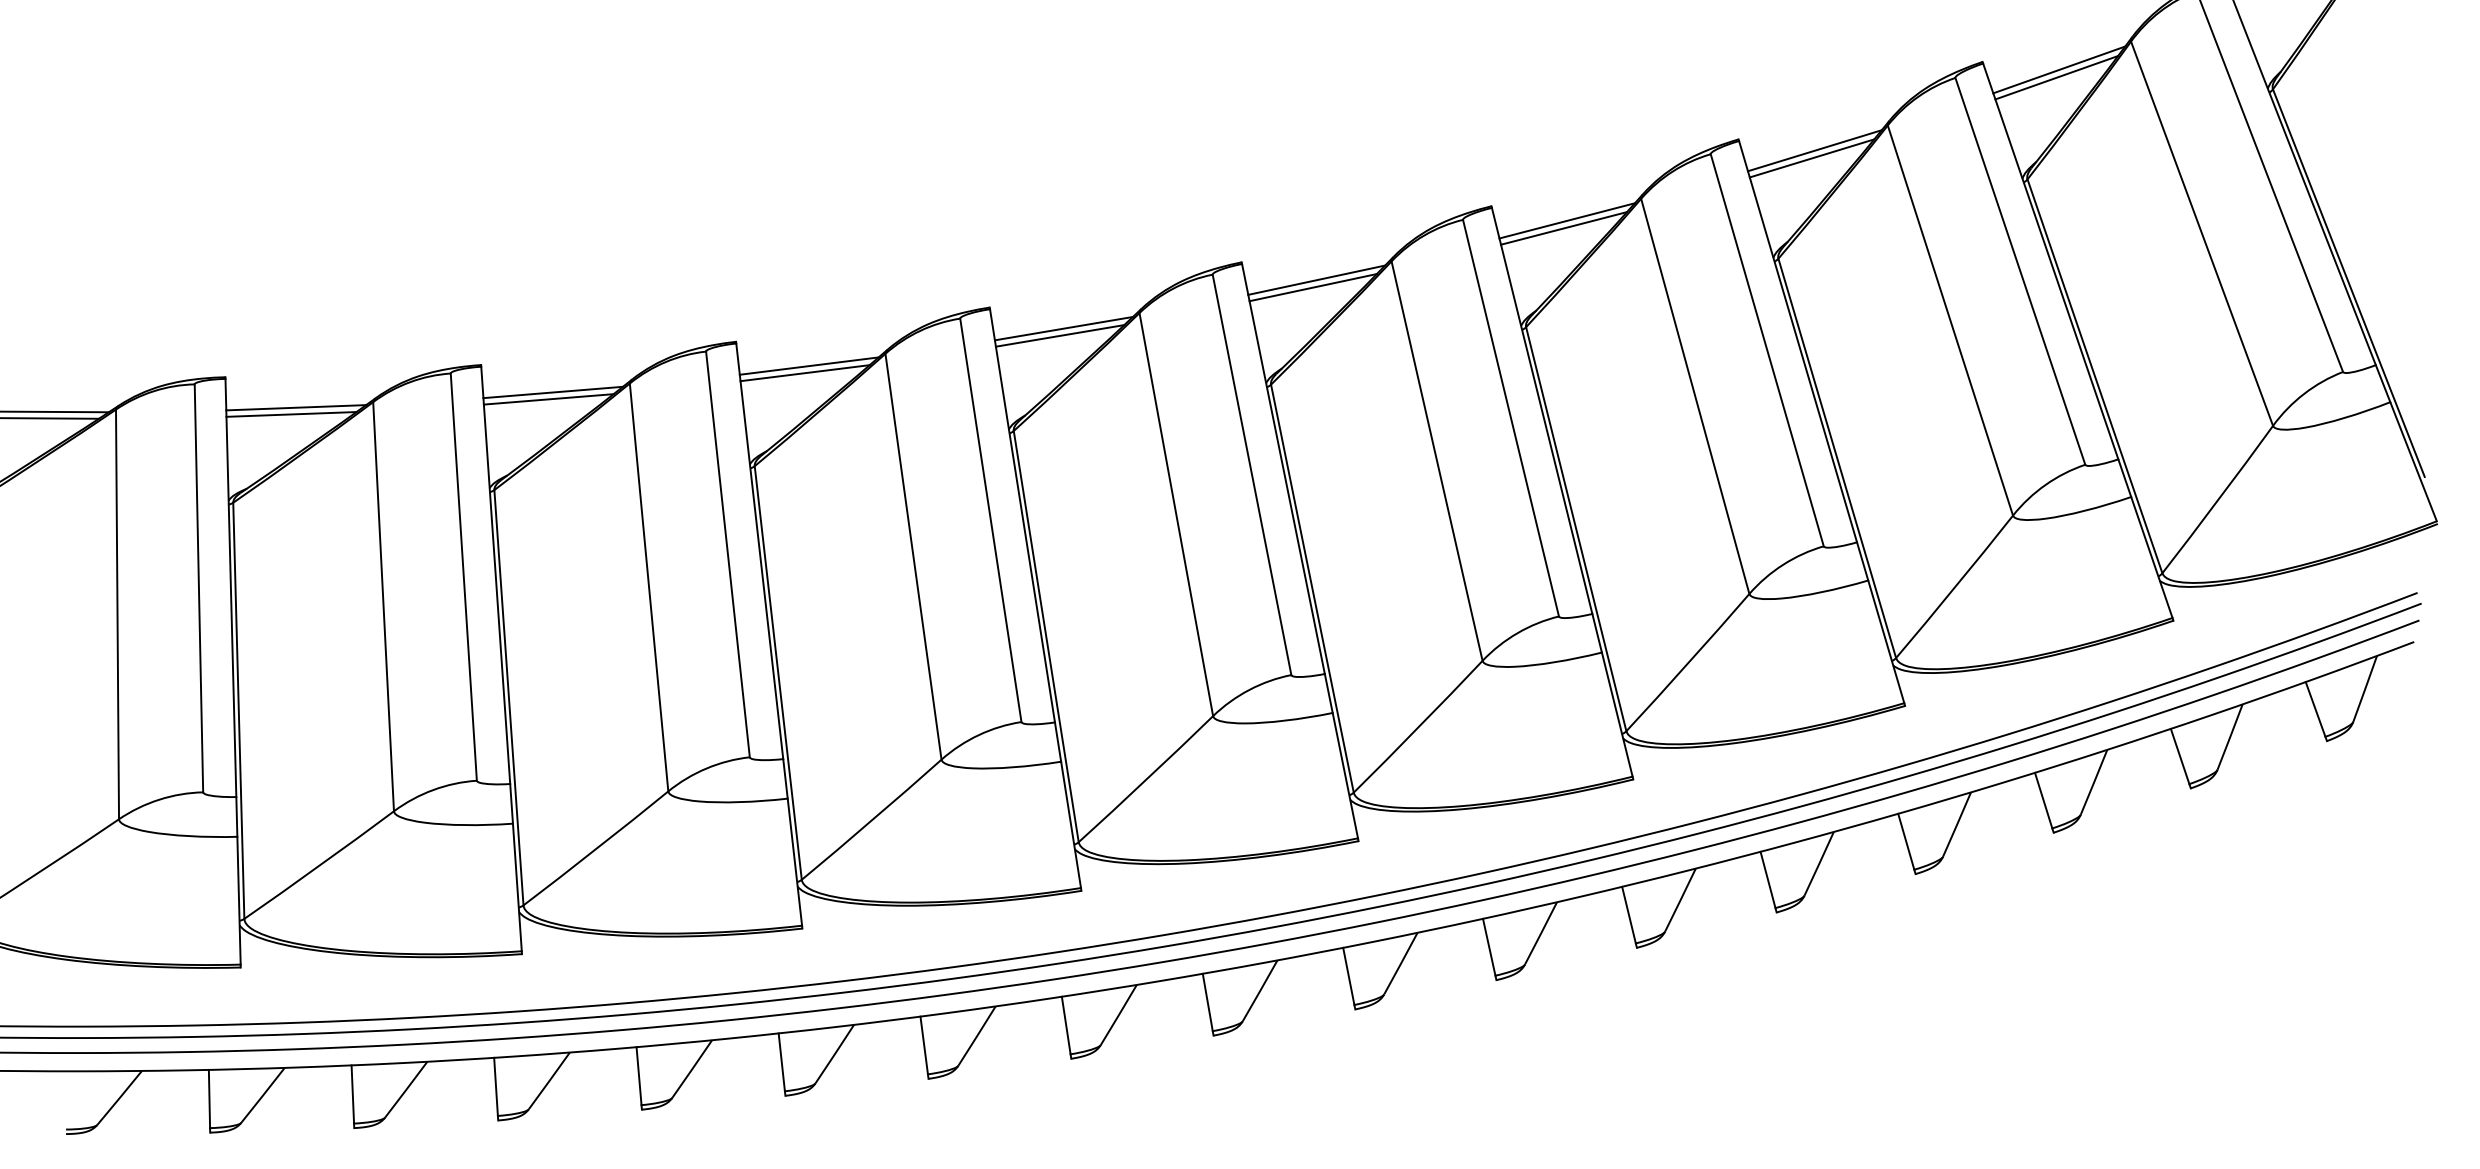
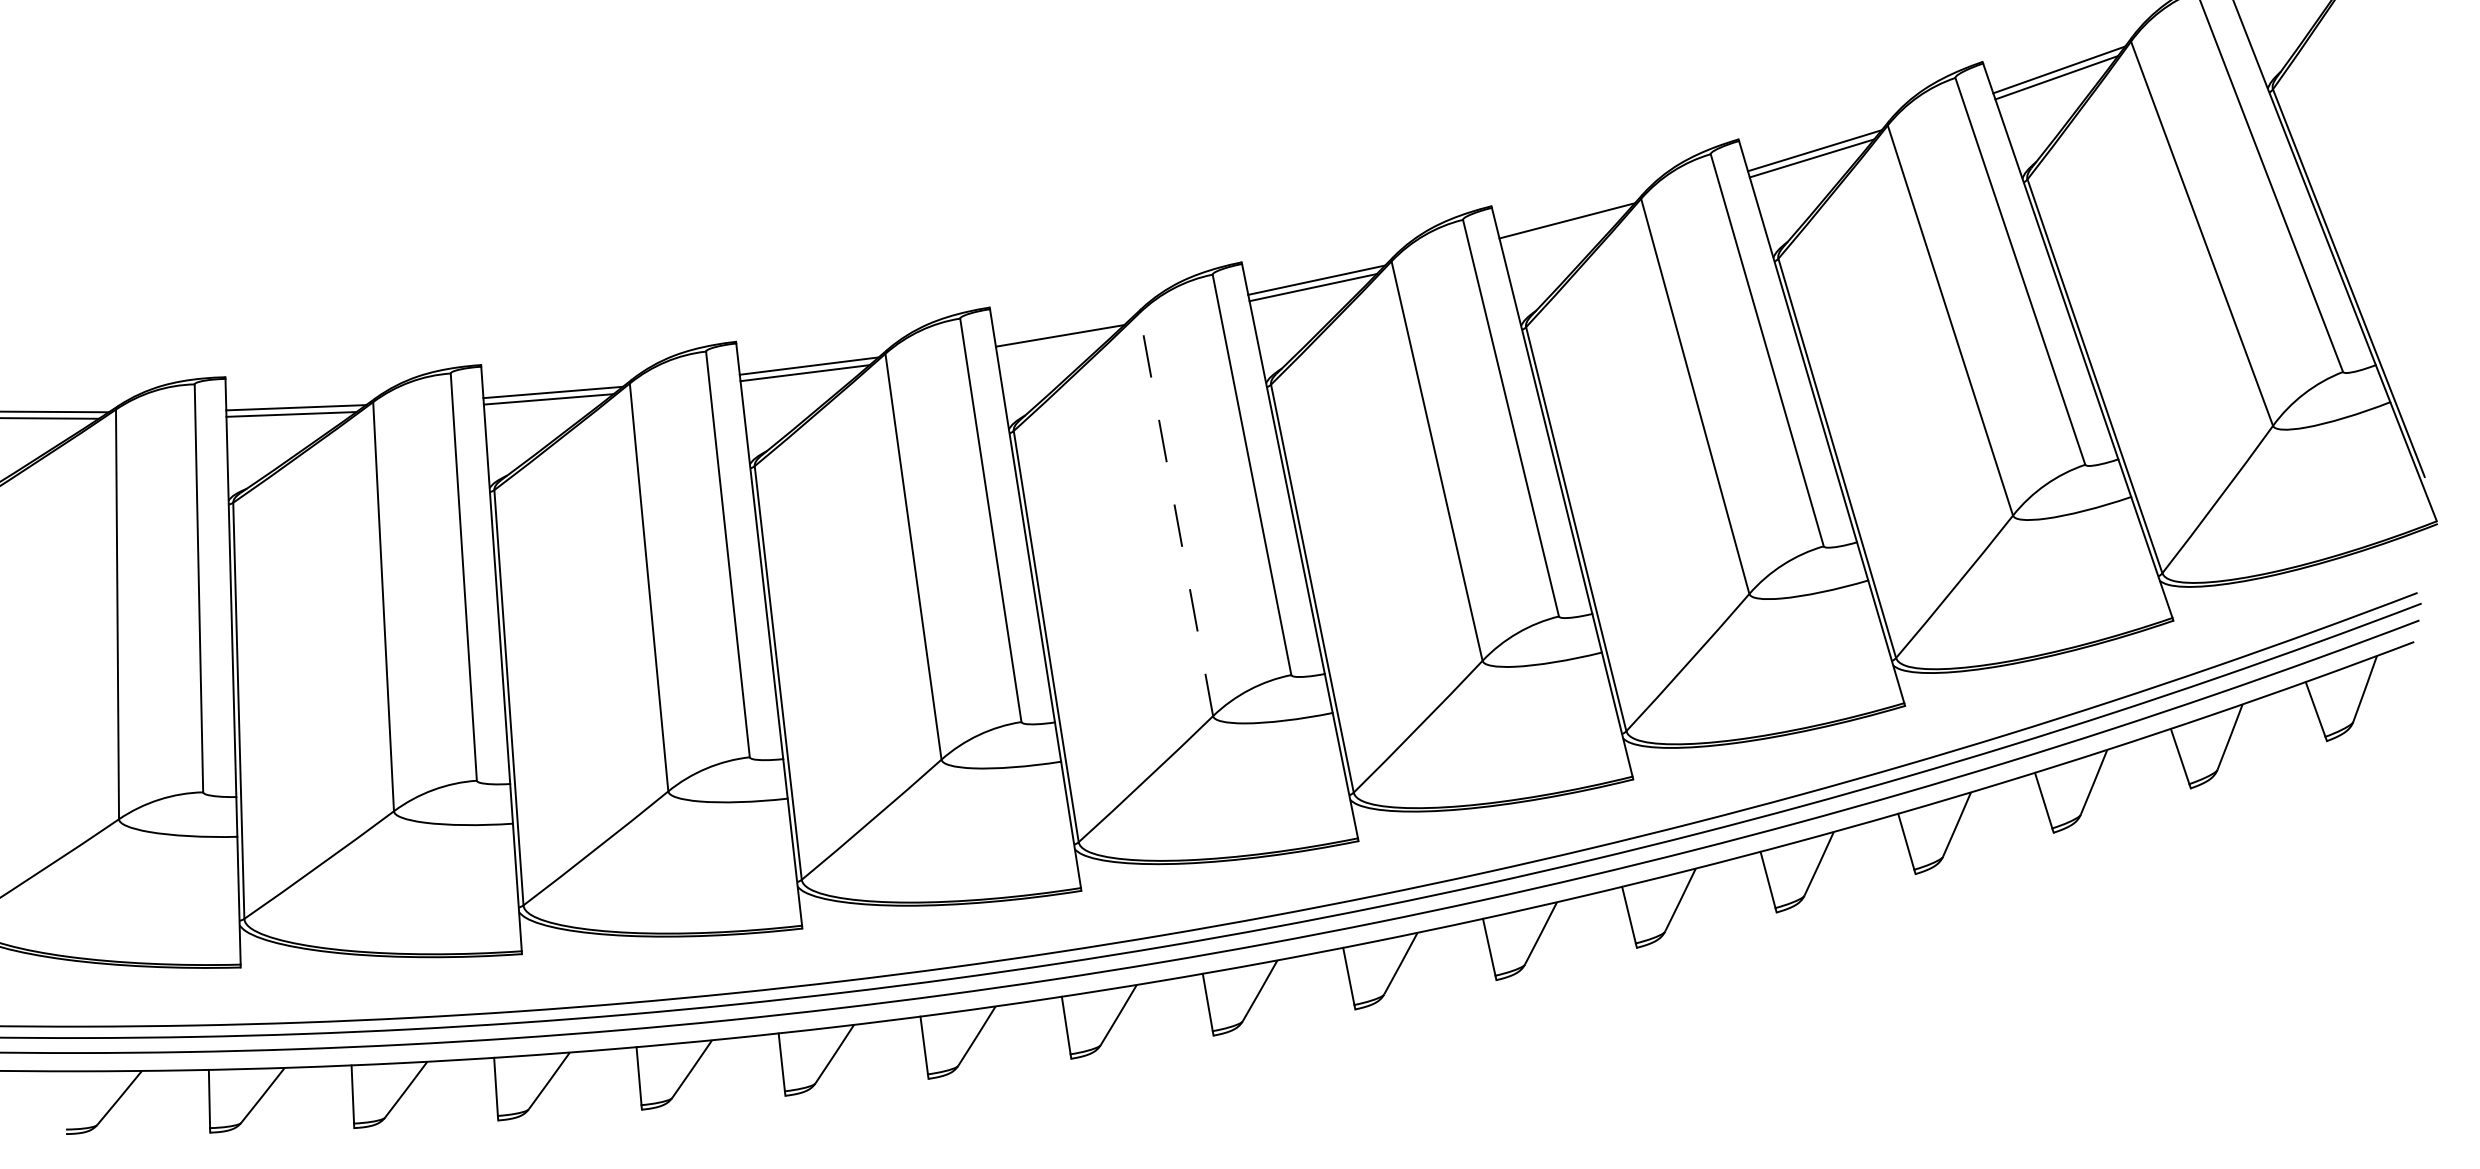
line at (1564, 228): present -> none
line at (1063, 328): present -> none
line at (1176, 514): solid -> dashed
